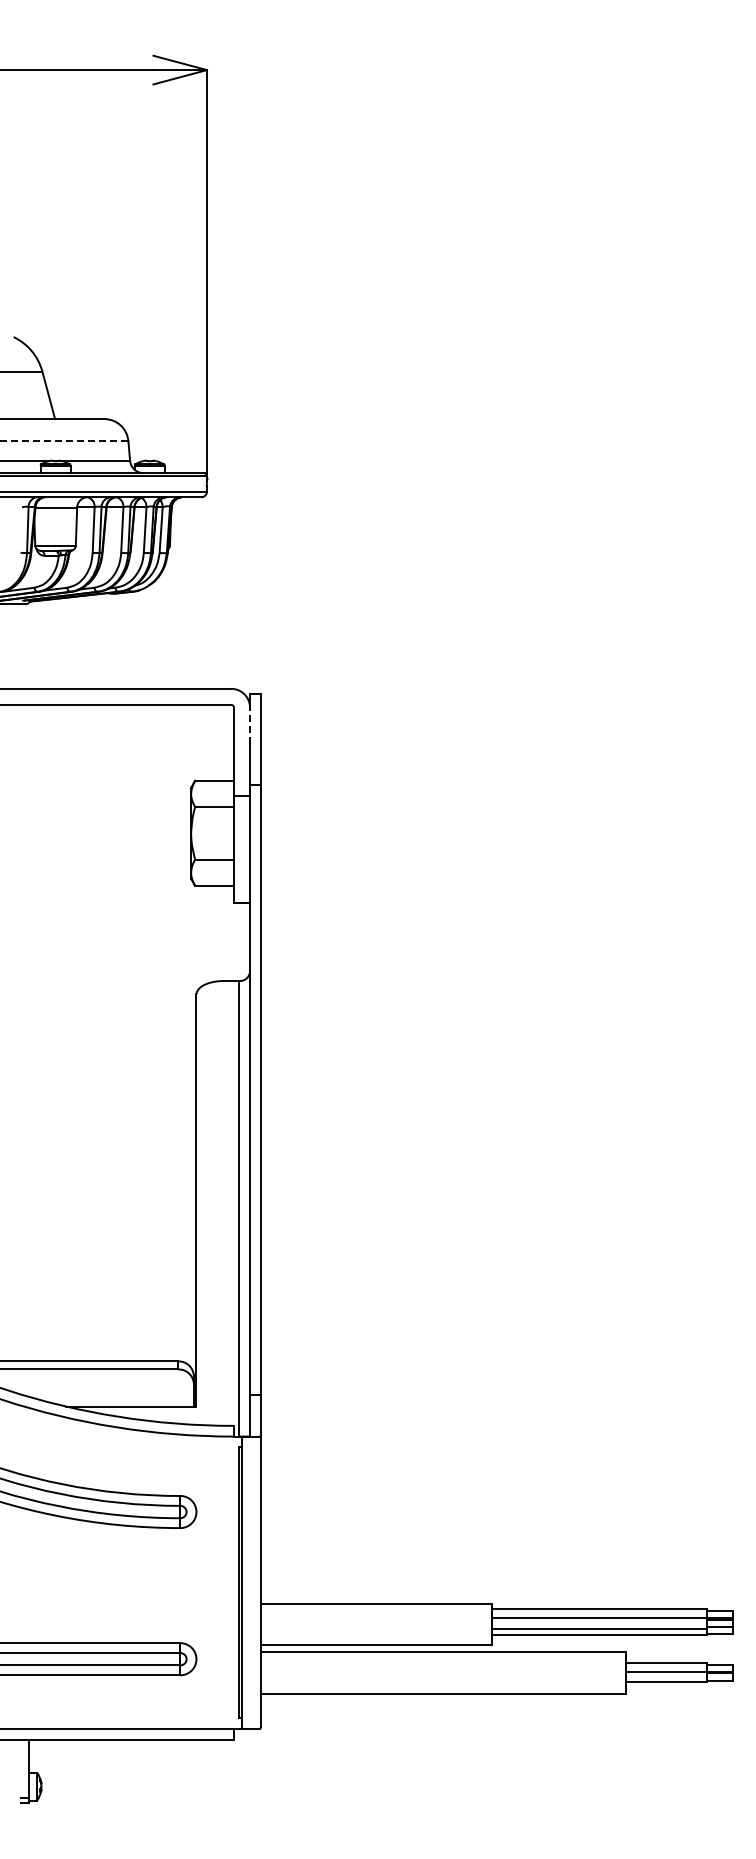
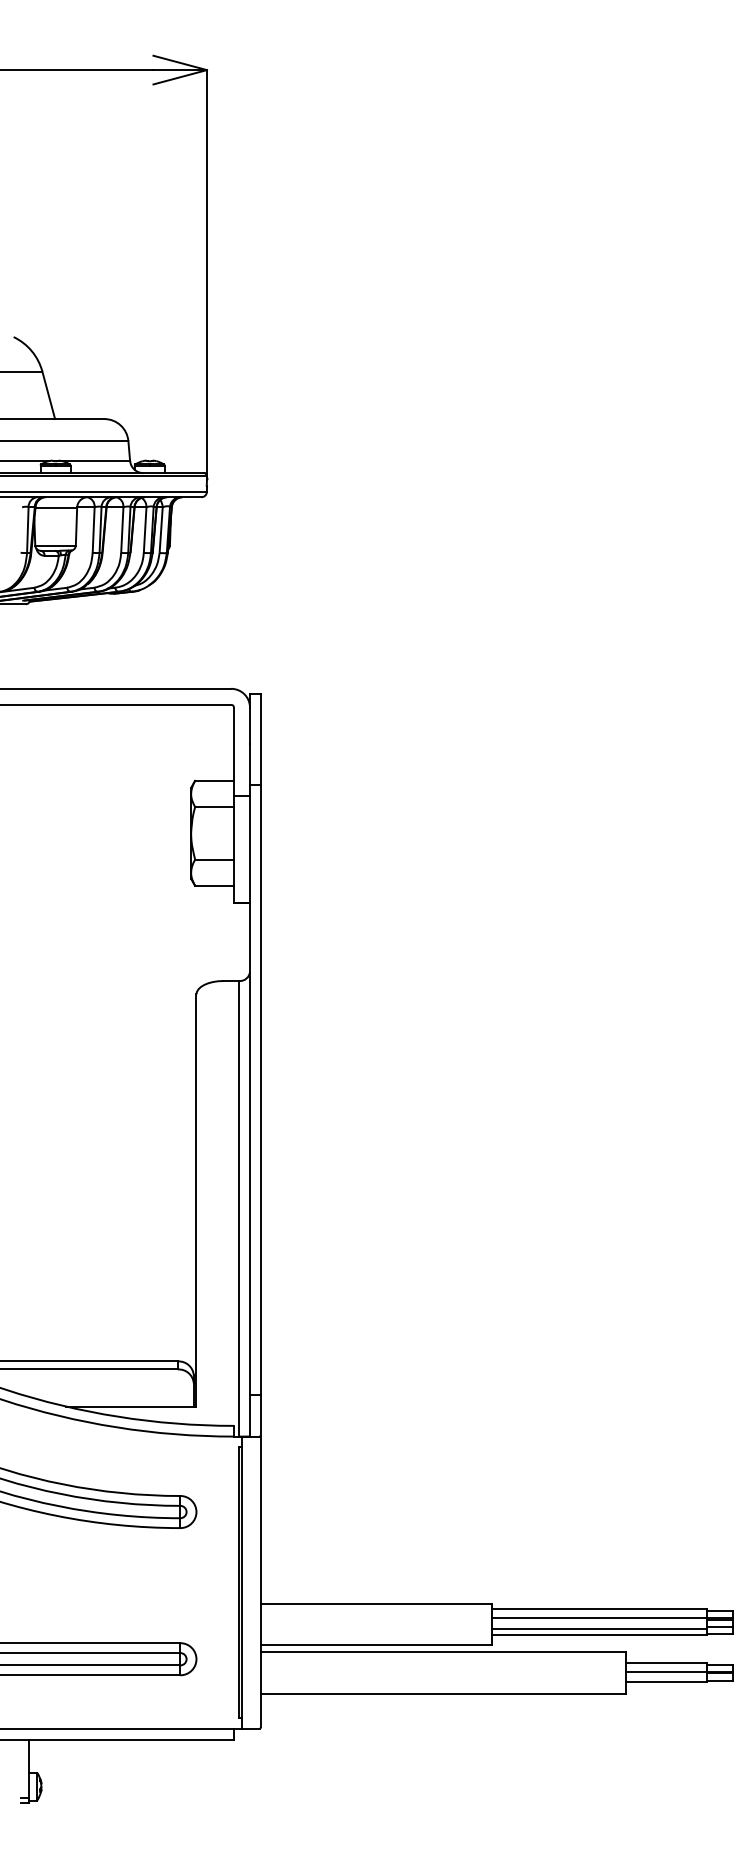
line at (64, 441): dashed -> solid
line at (250, 725): dashed -> solid
